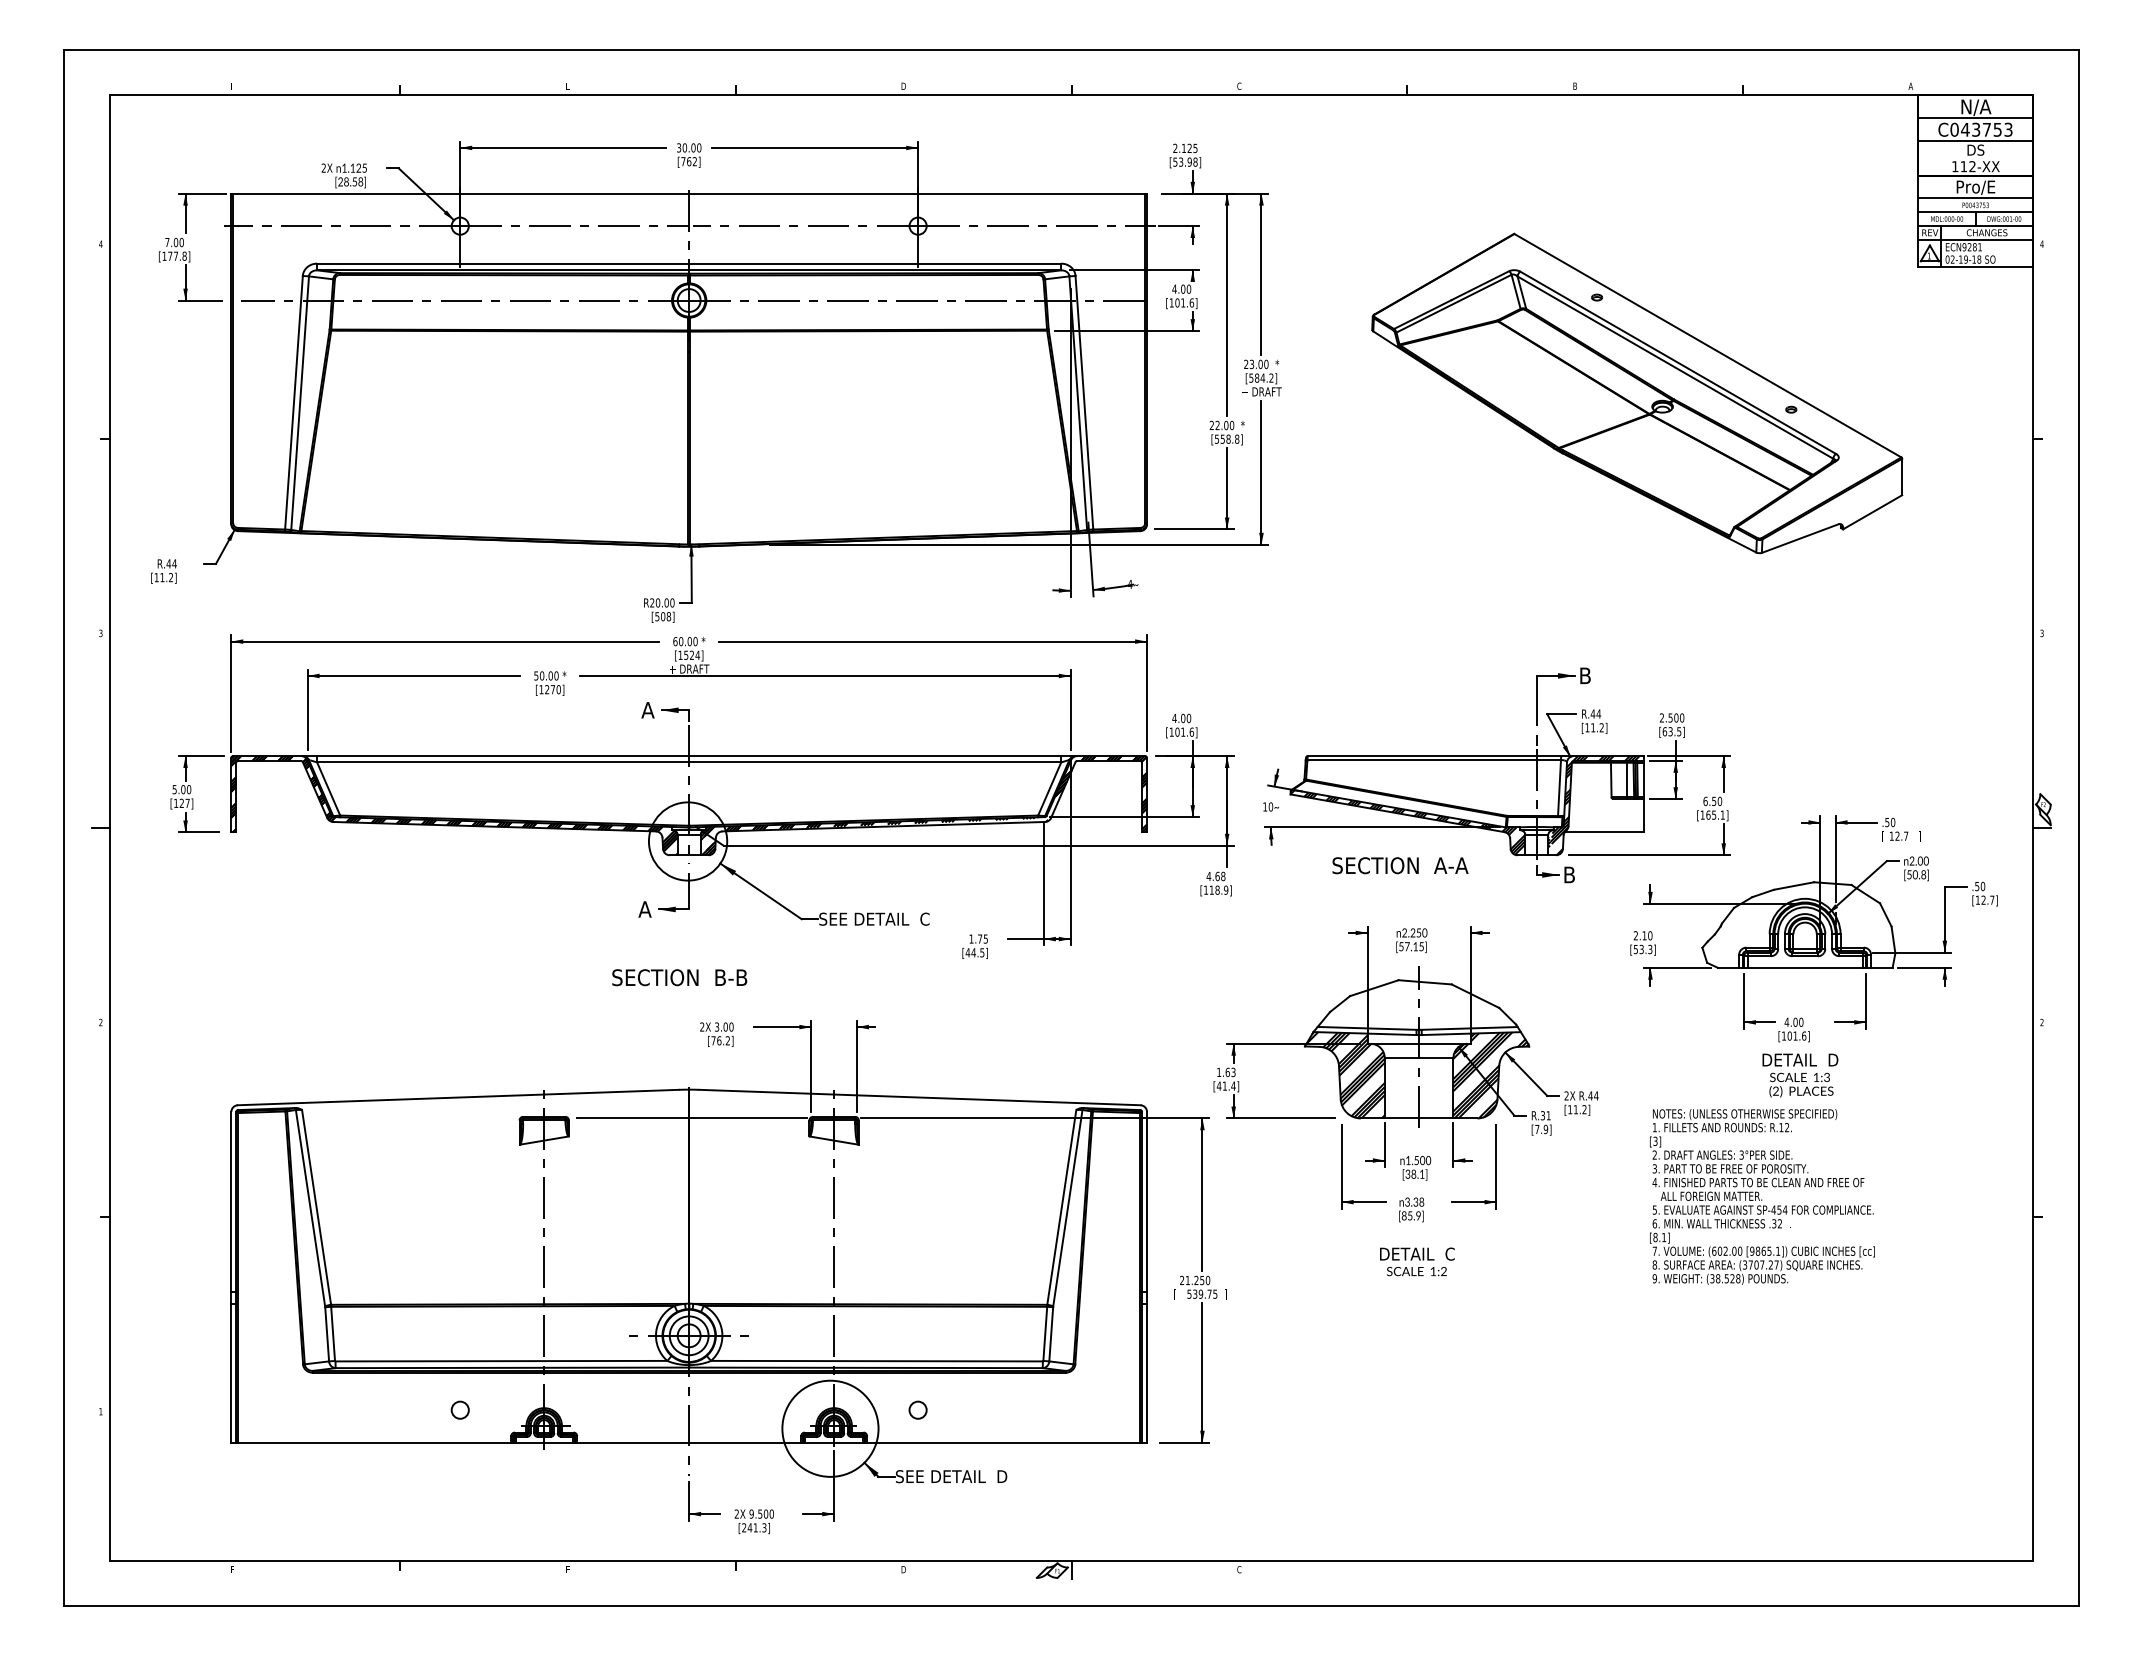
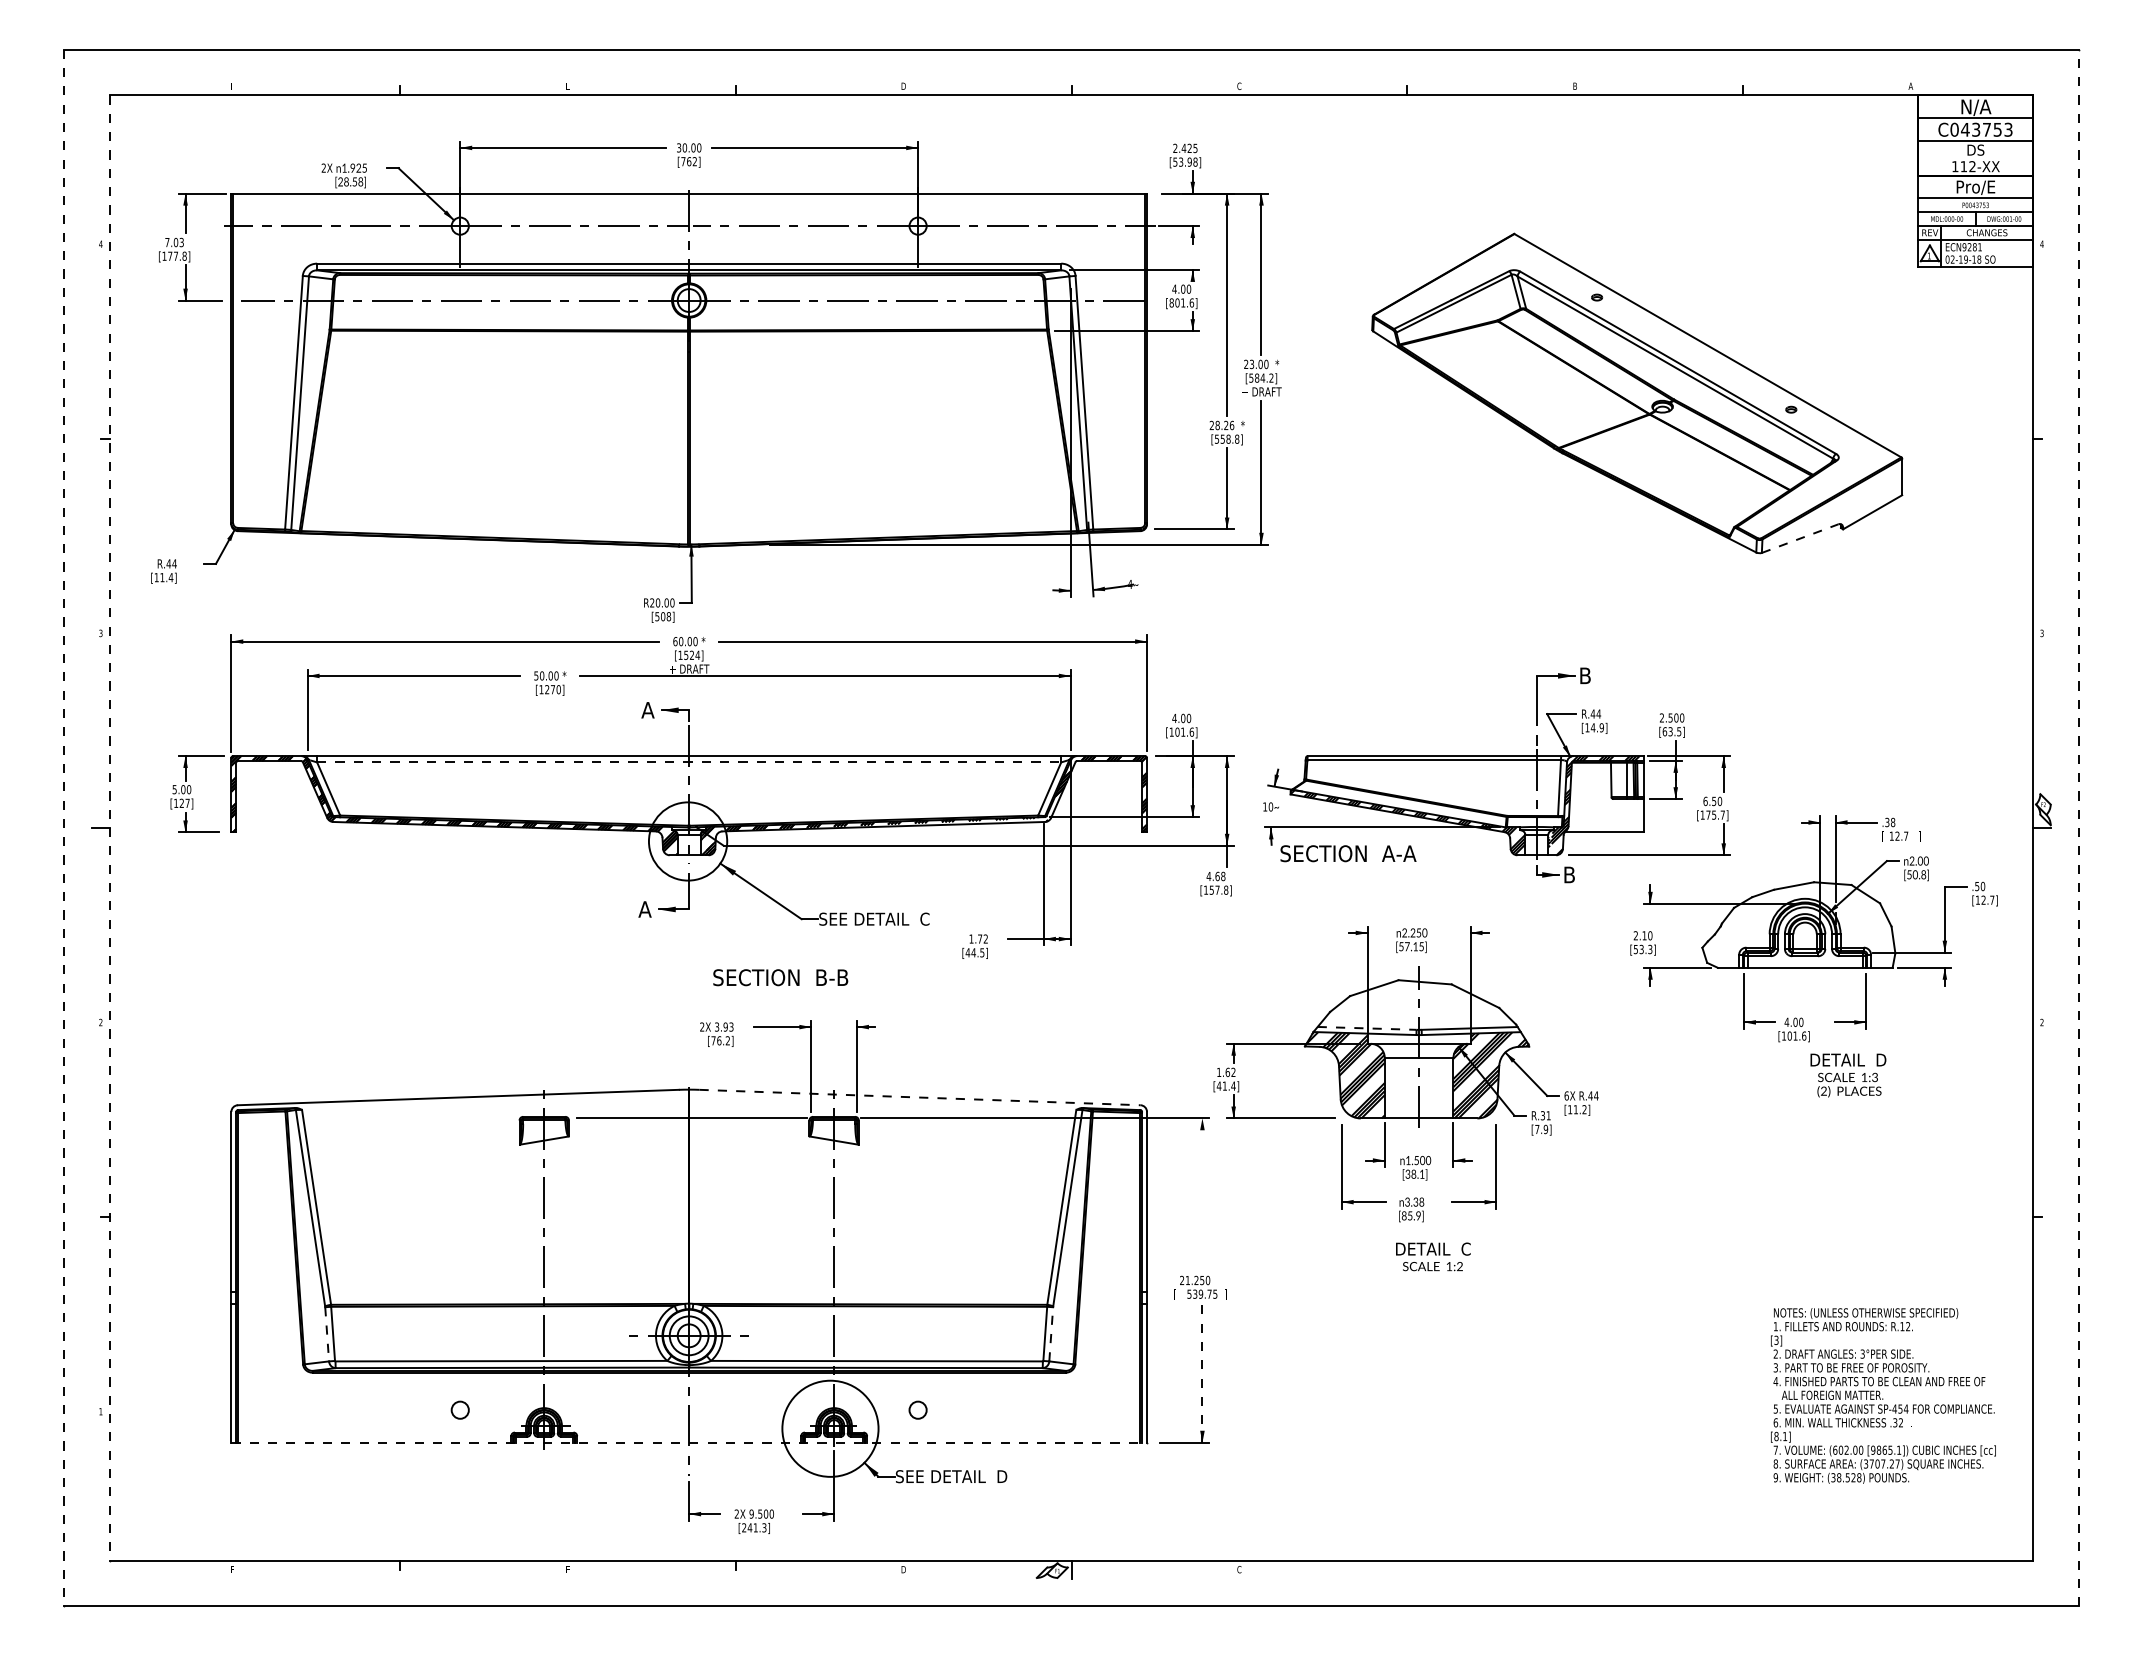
text at (1183, 148): 2.125 -> 2.425
text at (352, 167): 1.125 -> 1.925
text at (181, 242): 7.00 -> 7.03
text at (1171, 302): [101.6] -> [801.6]
text at (1224, 425): 22.00 -> 28.26
line at (1800, 538): solid -> dashed
text at (170, 577): [11.2] -> [11.4]
text at (1596, 727): [11.2] -> [14.9]
line at (689, 762): solid -> dashed
text at (1715, 814): [165.1] -> [175.7]
text at (1890, 821): .50 -> .38
line at (2078, 827): solid -> dashed
line at (64, 828): solid -> dashed
line at (110, 828): solid -> dashed
text at (1400, 865) position: (1400, 865) -> (1348, 853)
text at (1218, 889): [118.9] -> [157.8]
text at (985, 938): 1.75 -> 1.72
text at (679, 977) position: (679, 977) -> (780, 977)
text at (728, 1026): 3.00 -> 3.93
line at (1367, 1028): solid -> dashed
text at (1233, 1072): 1.63 -> 1.62
text at (1800, 1075) position: (1800, 1075) -> (1848, 1075)
text at (1566, 1095): 2X -> 6X
line at (920, 1097): solid -> dashed
line at (1202, 1194): present -> none
text at (1762, 1196) position: (1762, 1196) -> (1883, 1395)
text at (1417, 1261) position: (1417, 1261) -> (1433, 1256)
line at (1051, 1333): solid -> dashed
line at (327, 1334): solid -> dashed
line at (1202, 1373): solid -> dashed
line at (689, 1442): solid -> dashed
